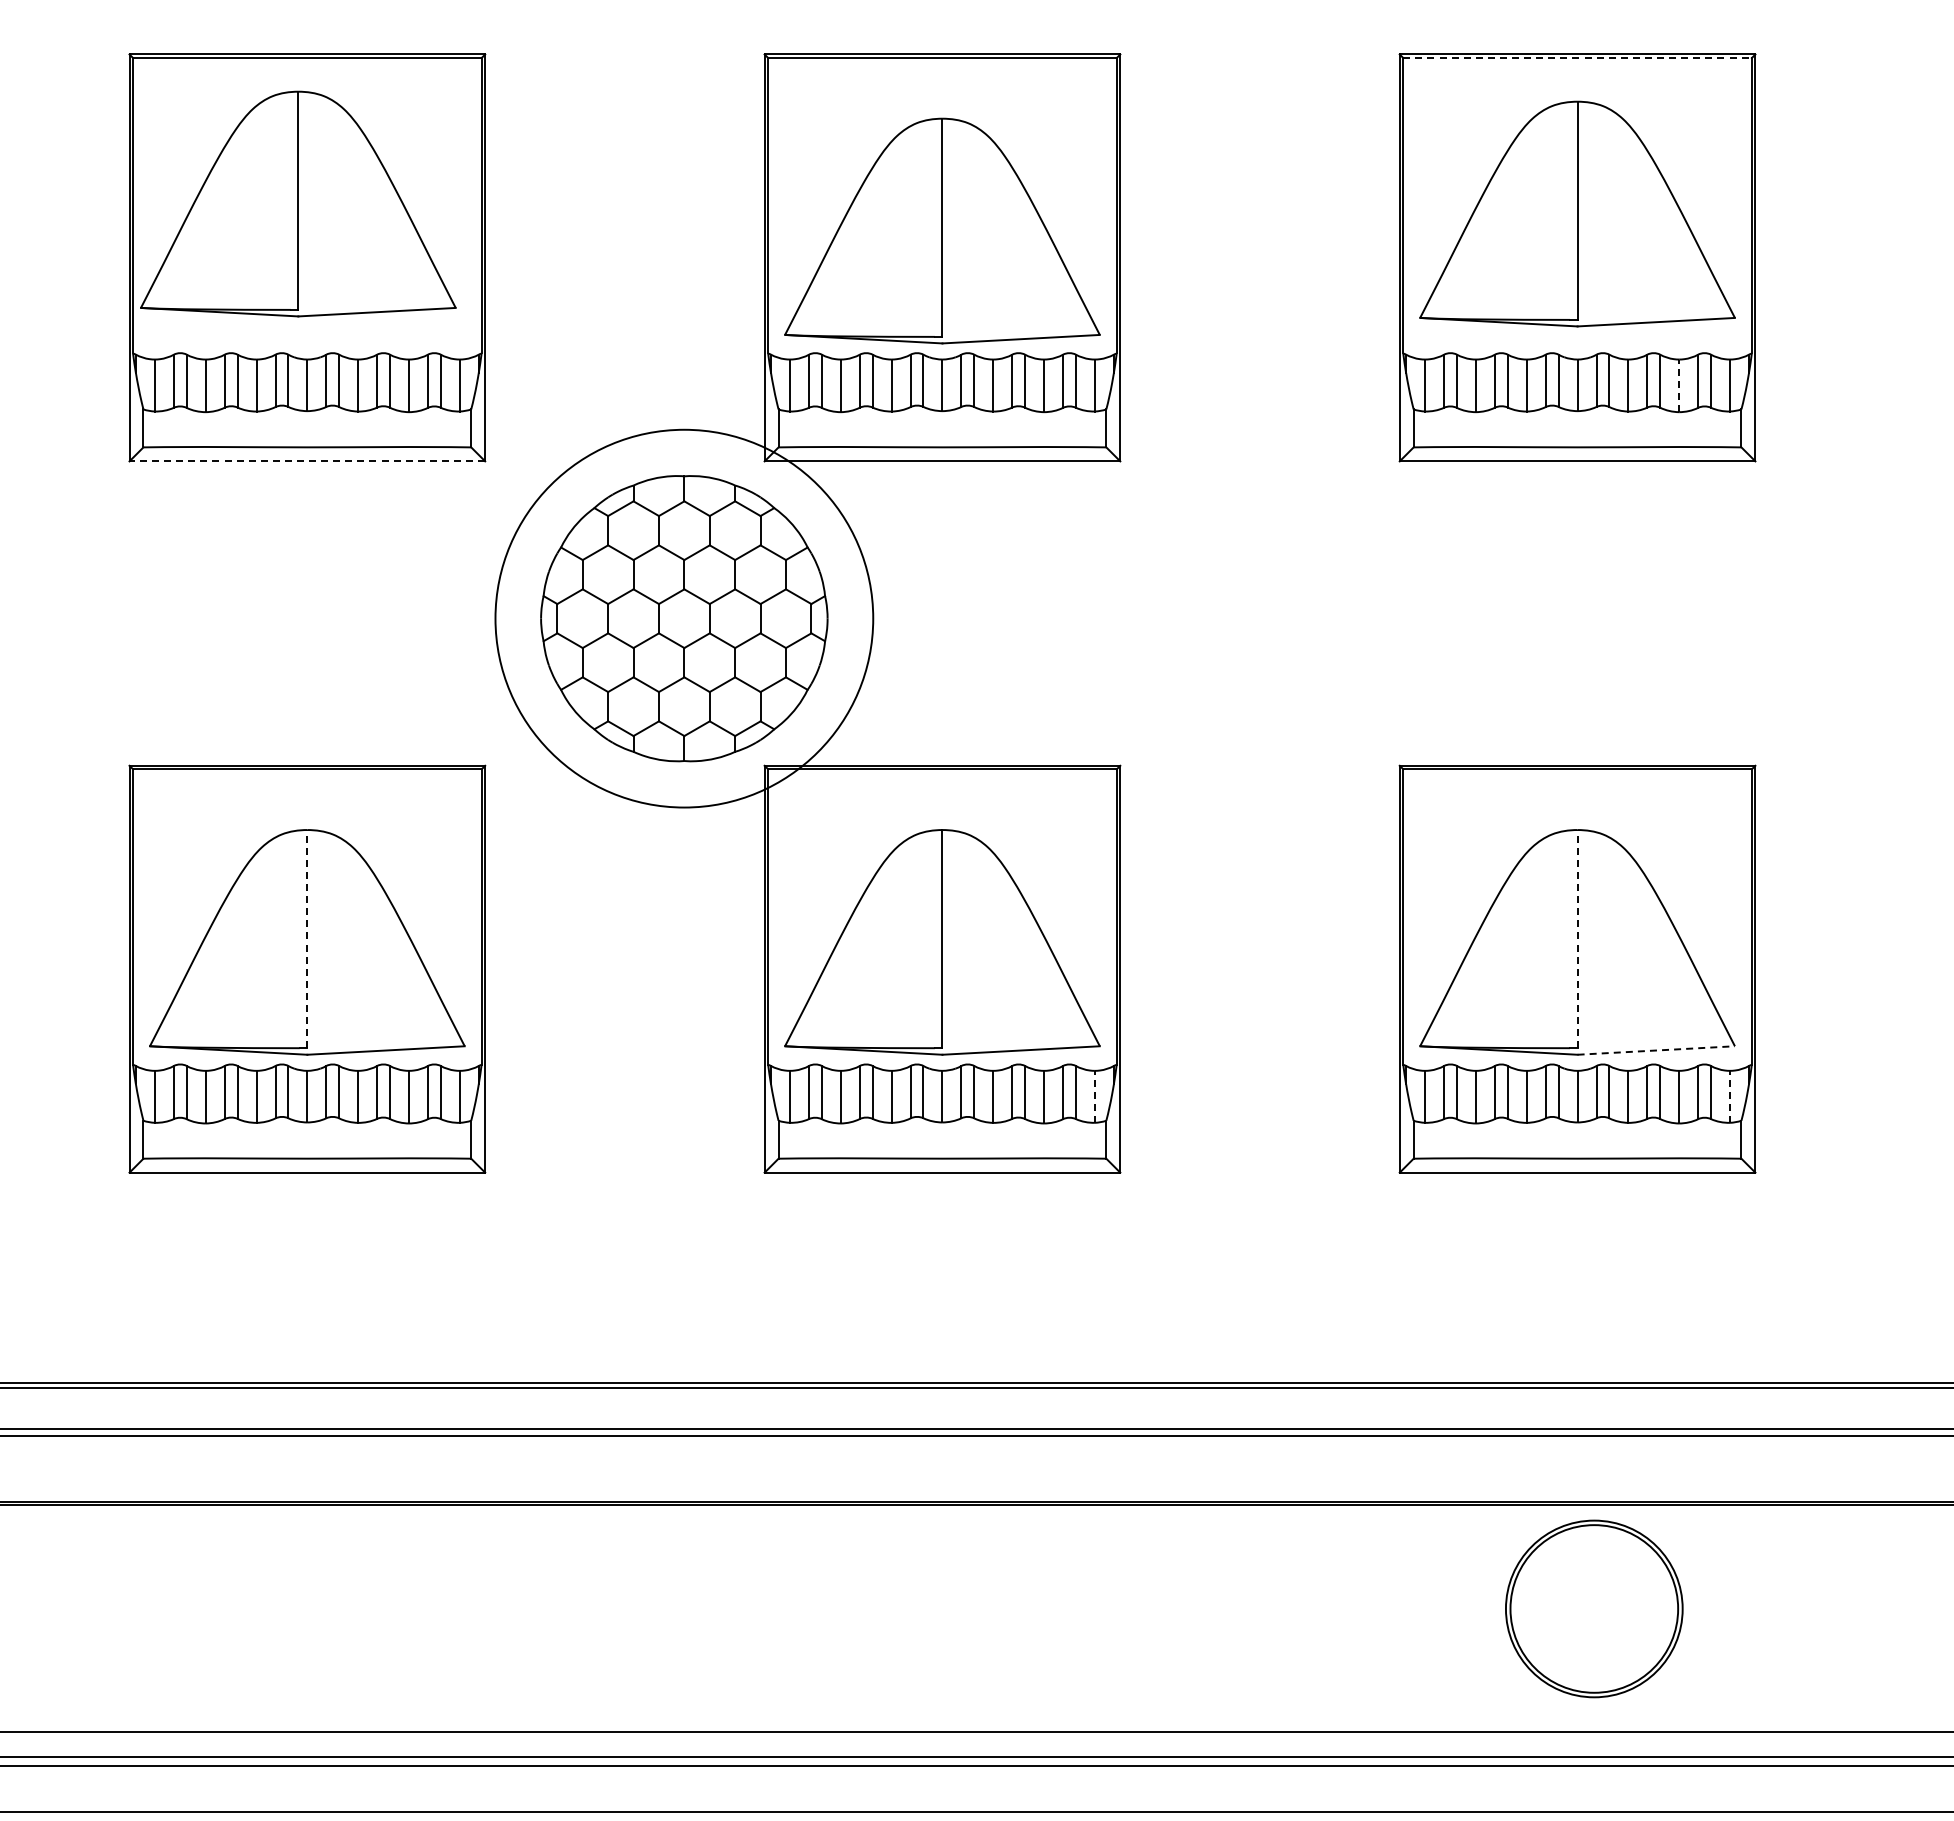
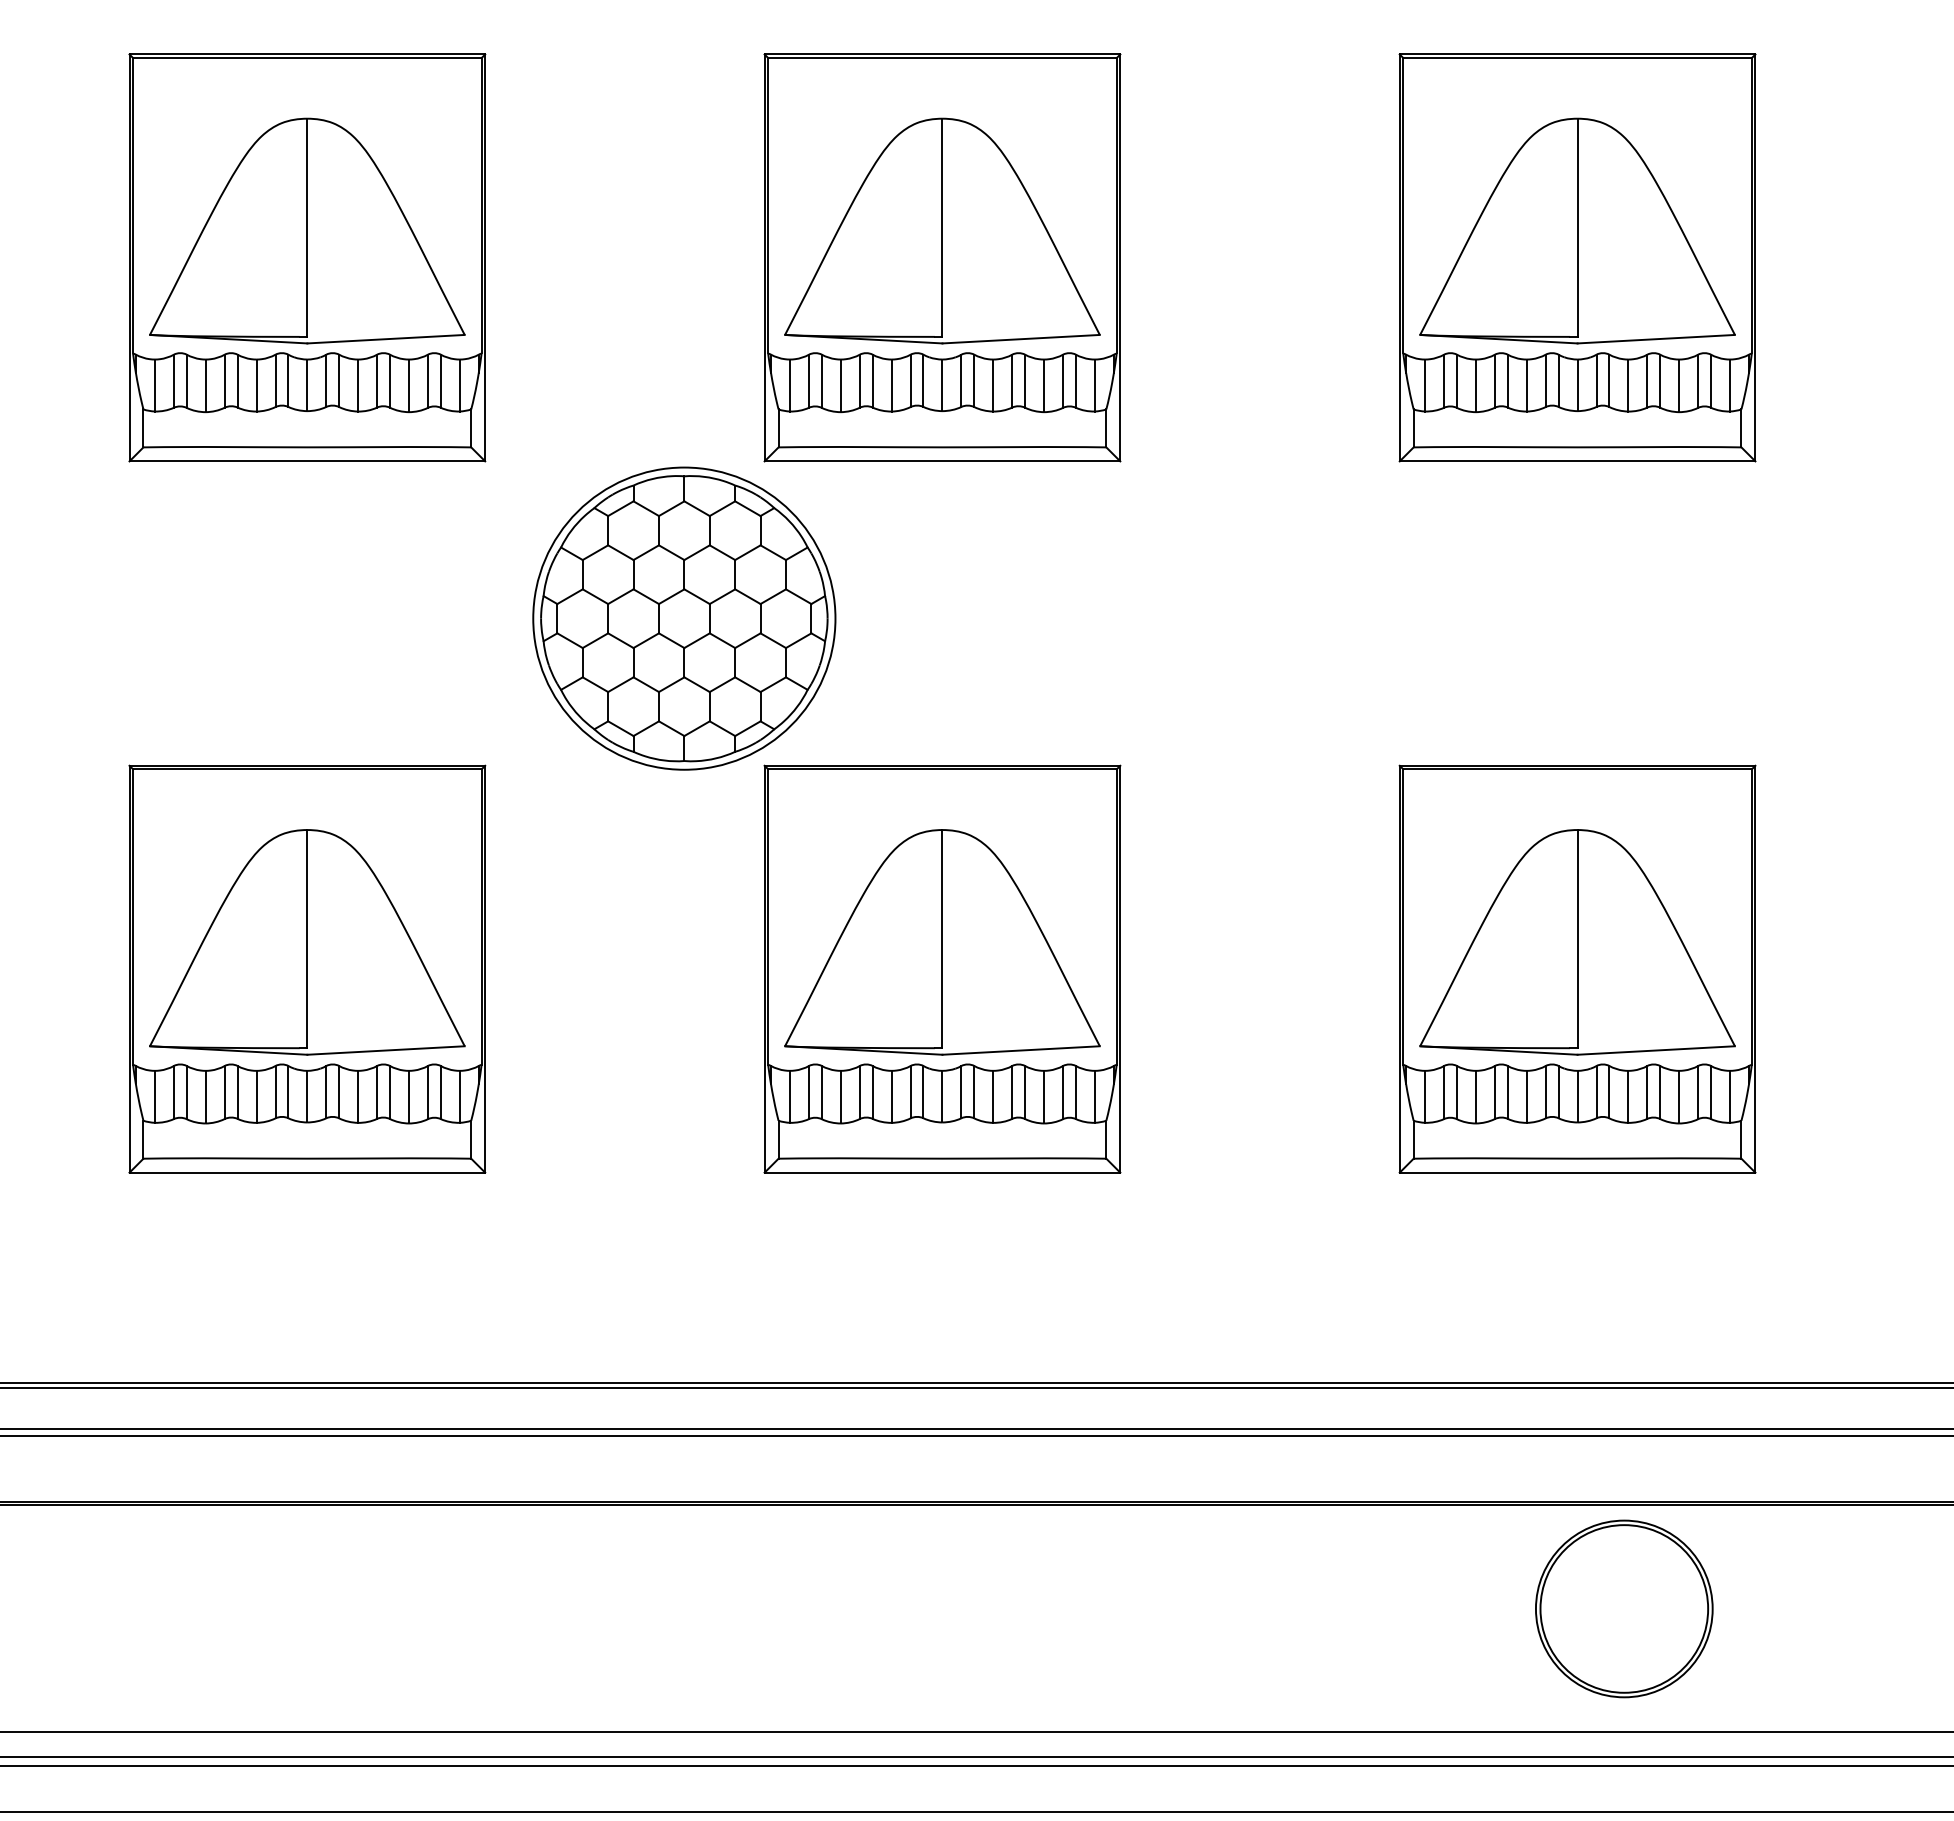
line at (1578, 58): dashed -> solid
part at (298, 203) position: (298, 203) -> (307, 230)
part at (1577, 213) position: (1577, 213) -> (1577, 230)
line at (1679, 385): dashed -> solid
line at (307, 461): dashed -> solid
circle at (684, 618) diameter: 378 px -> 302 px
line at (307, 938): dashed -> solid
line at (1577, 938): dashed -> solid
line at (1656, 1050): dashed -> solid
line at (1094, 1096): dashed -> solid
line at (1730, 1096): dashed -> solid
part at (1594, 1608) position: (1594, 1608) -> (1624, 1608)
